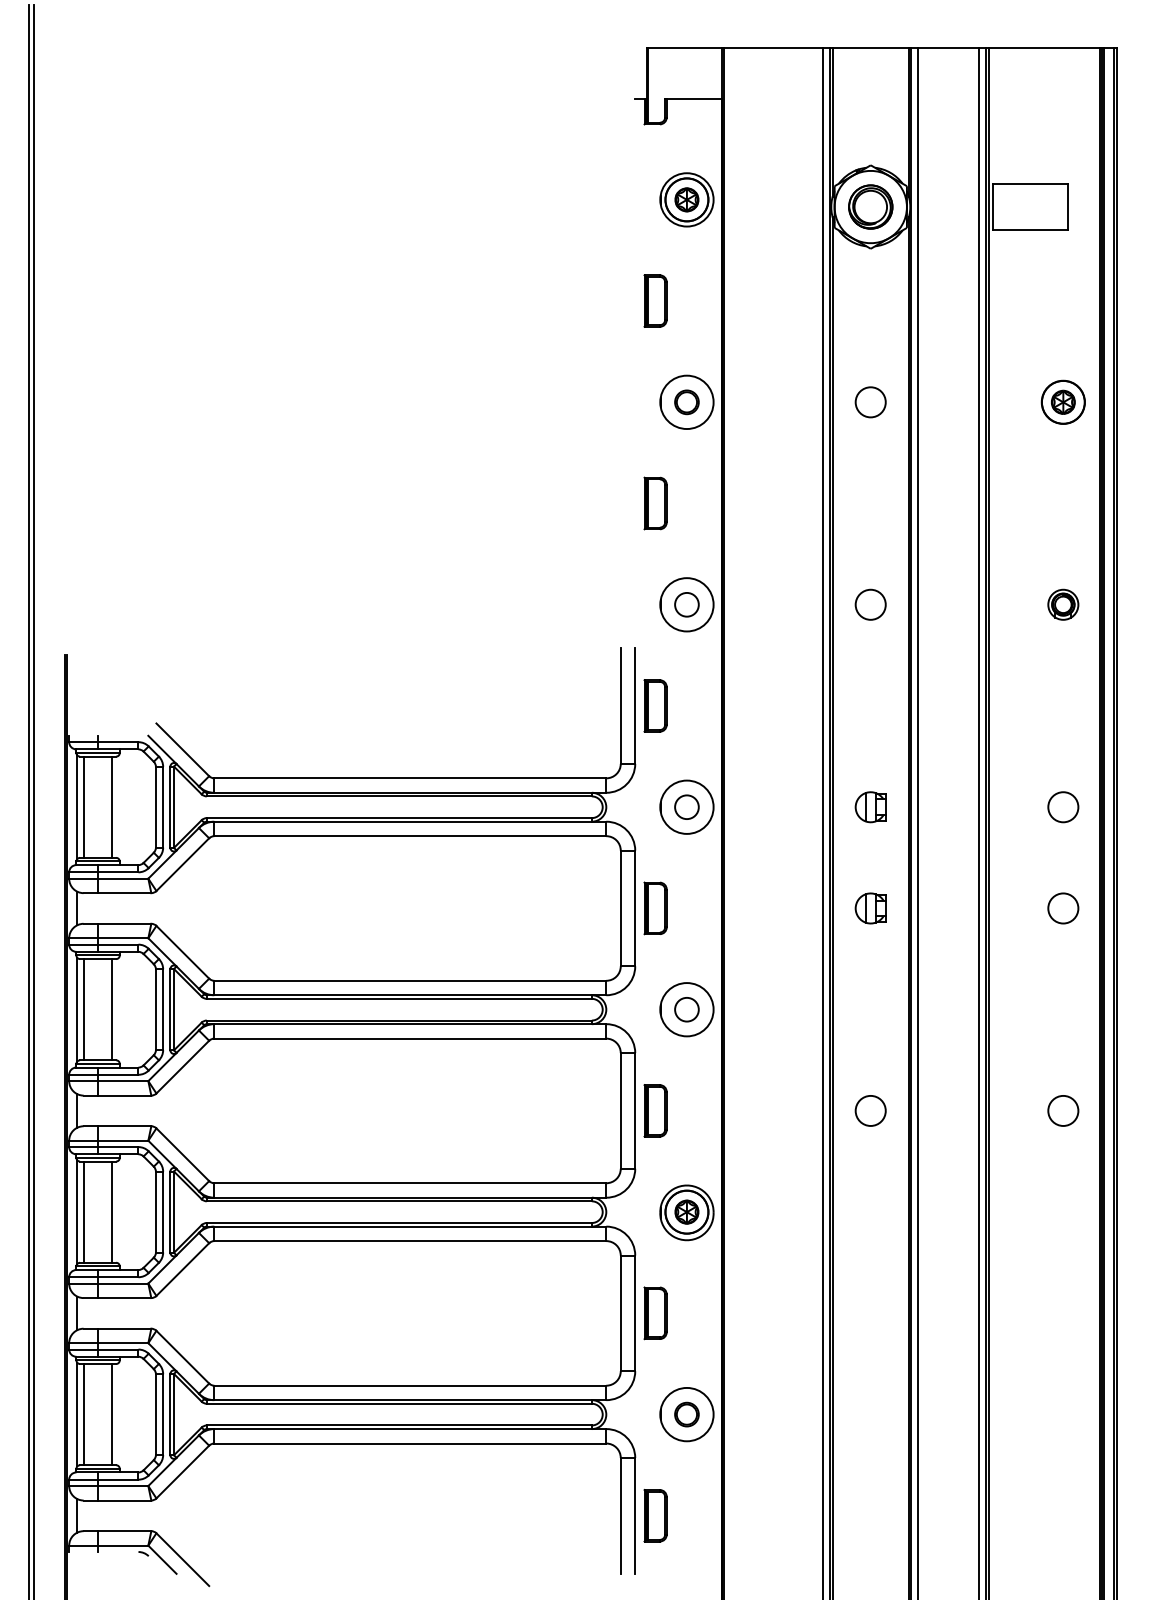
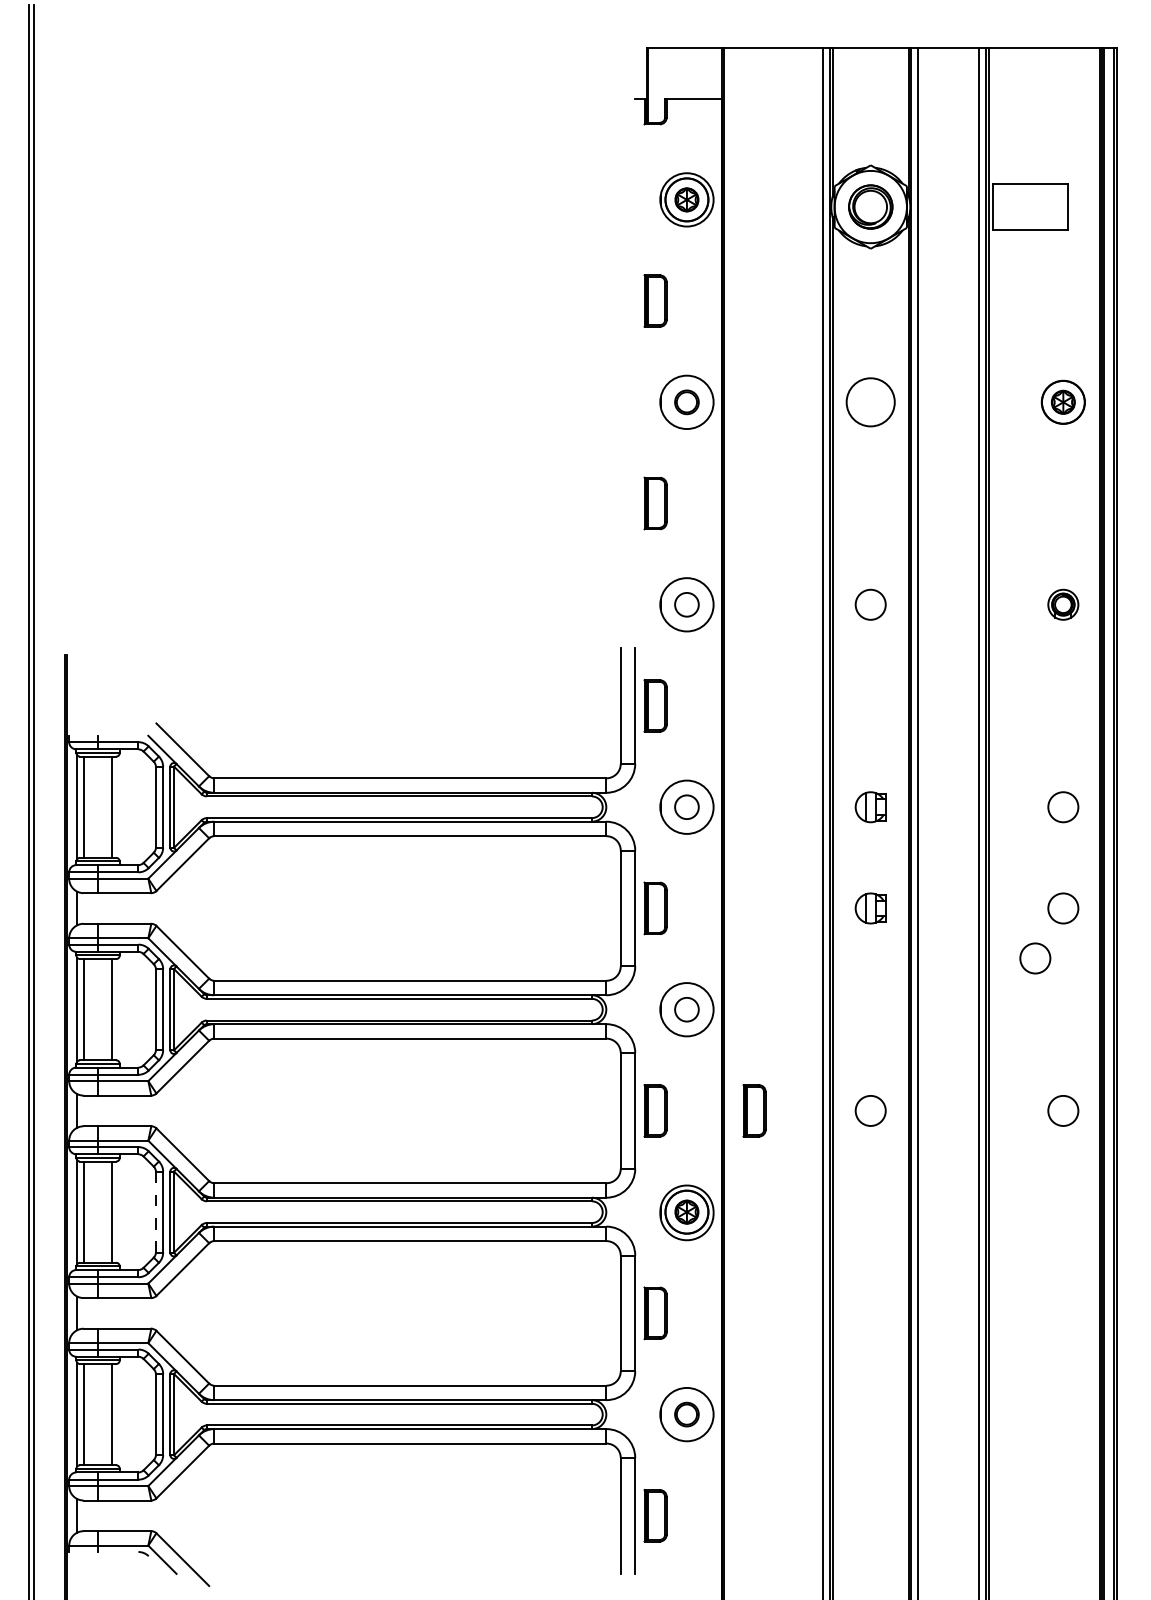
circle at (870, 402) diameter: 30 px -> 48 px
circle at (1035, 958): none -> present
part at (754, 1110): none -> present
line at (155, 1212): solid -> dashed
